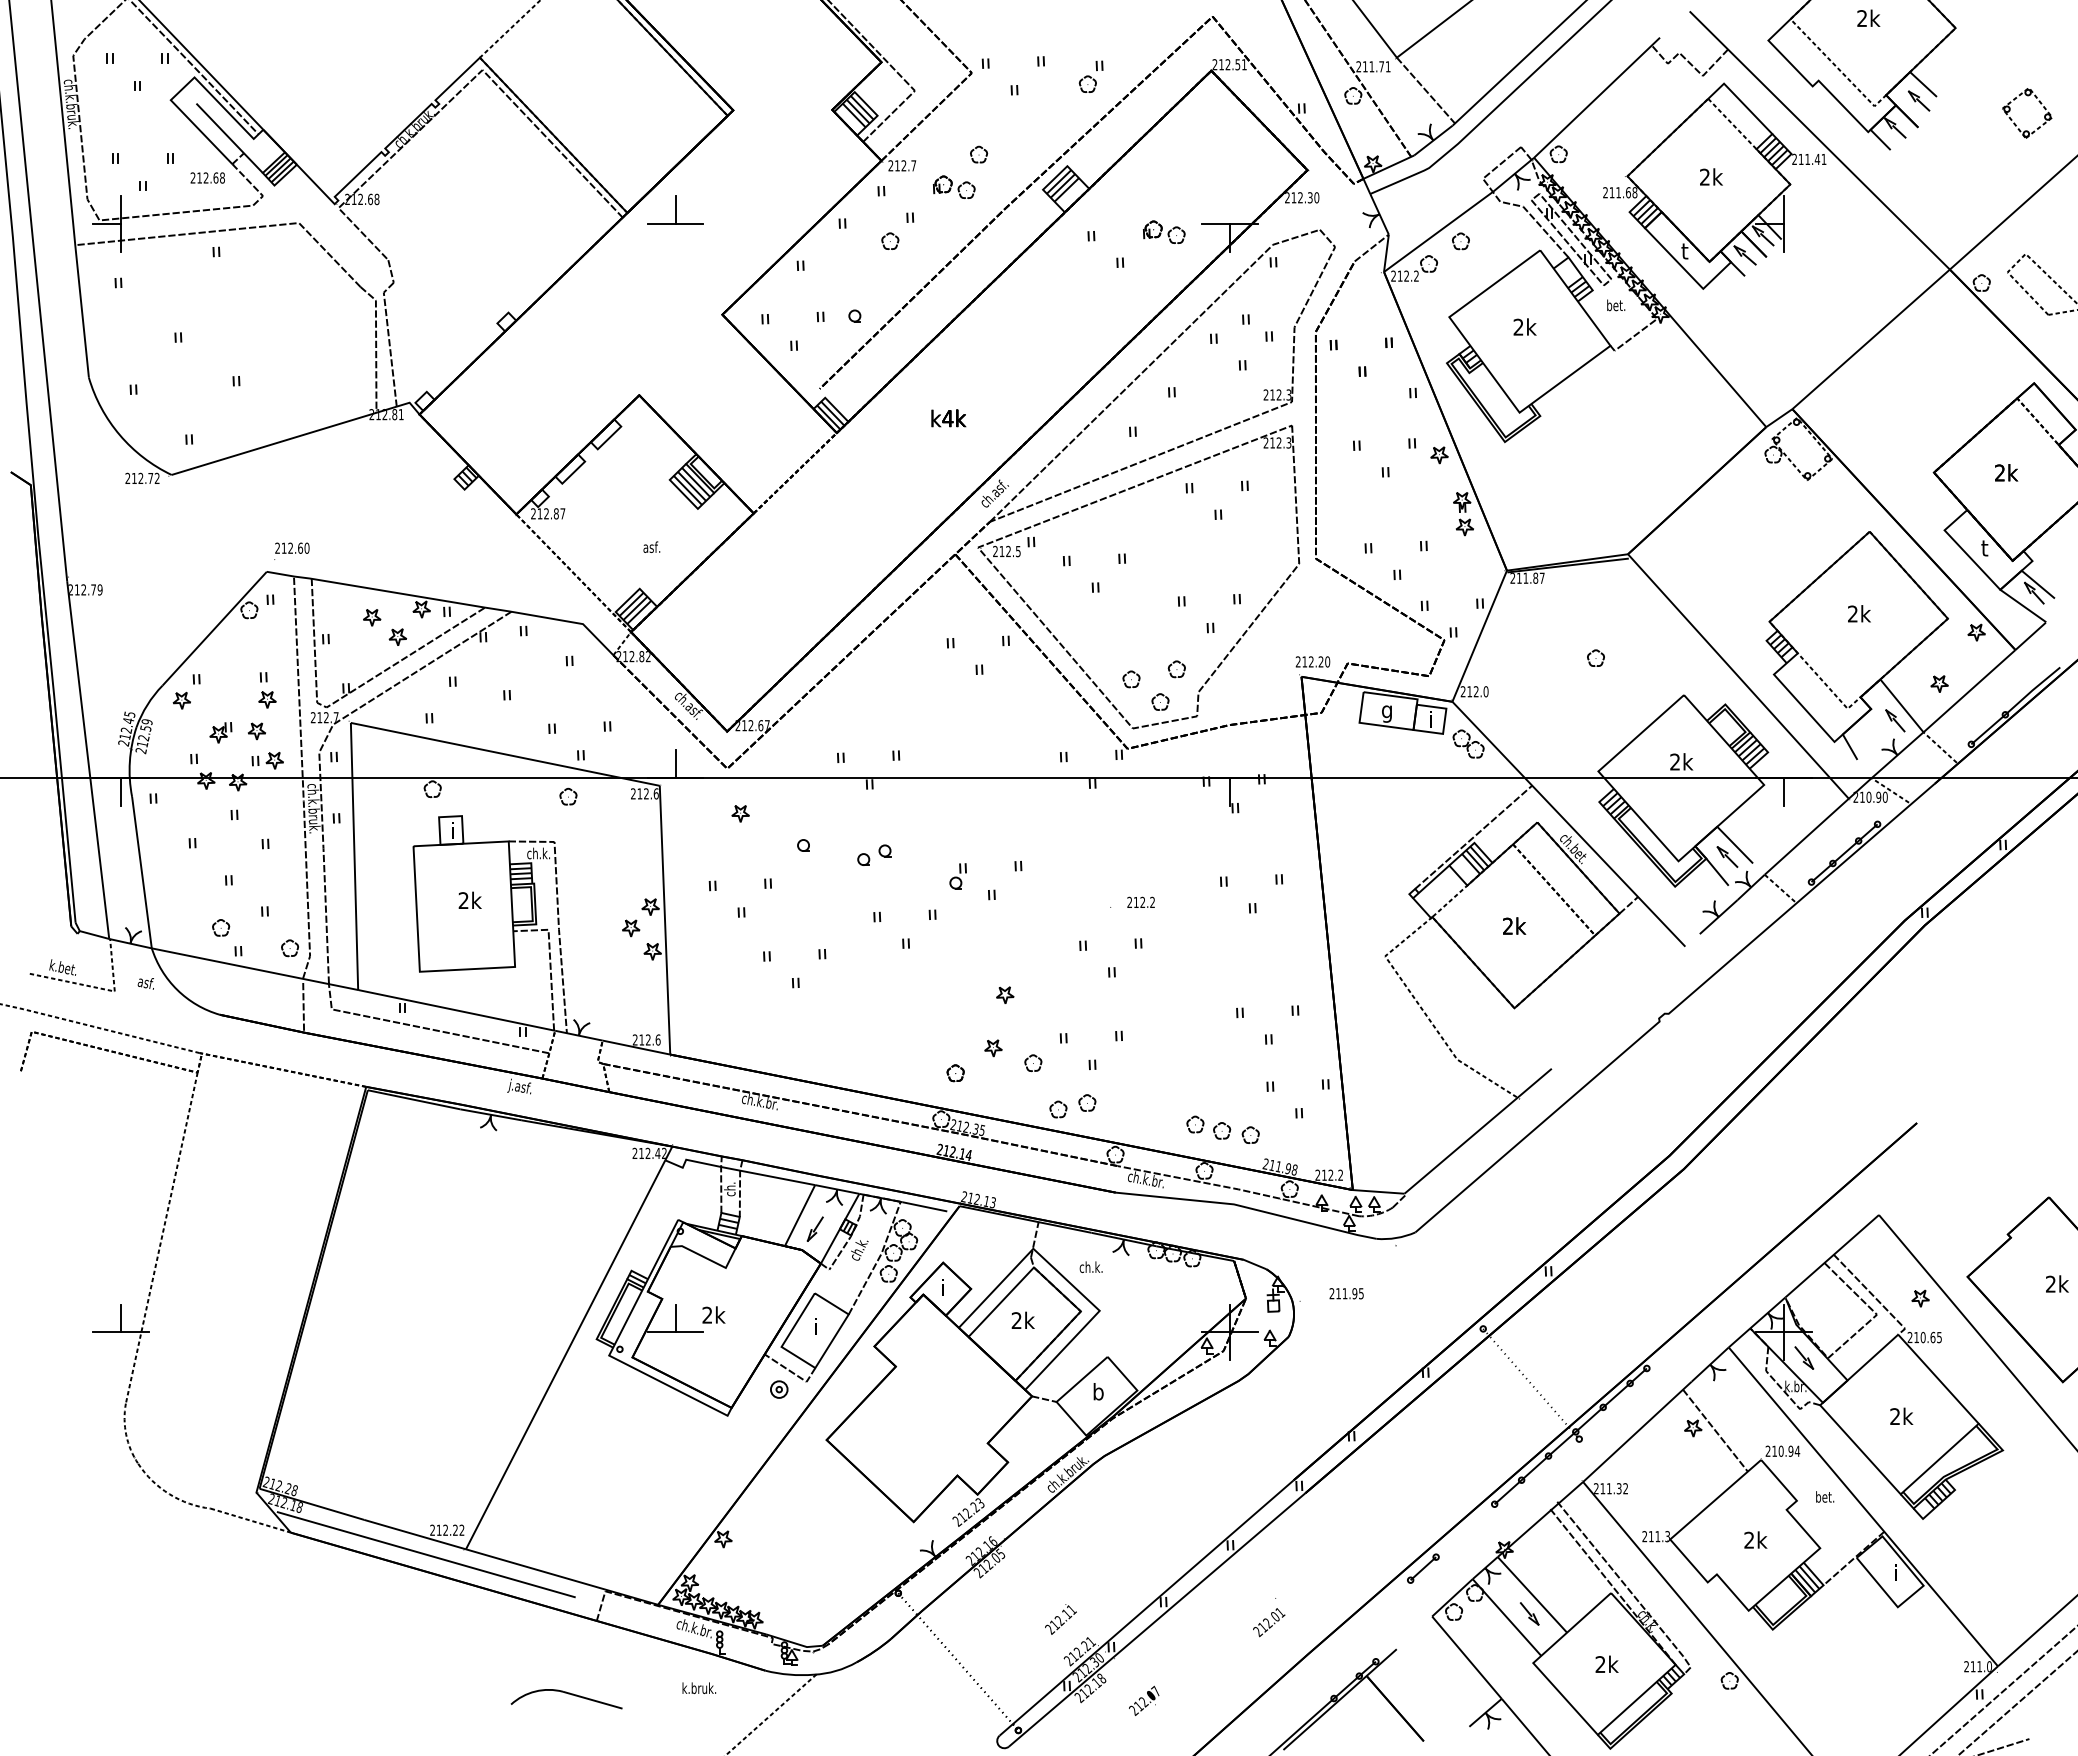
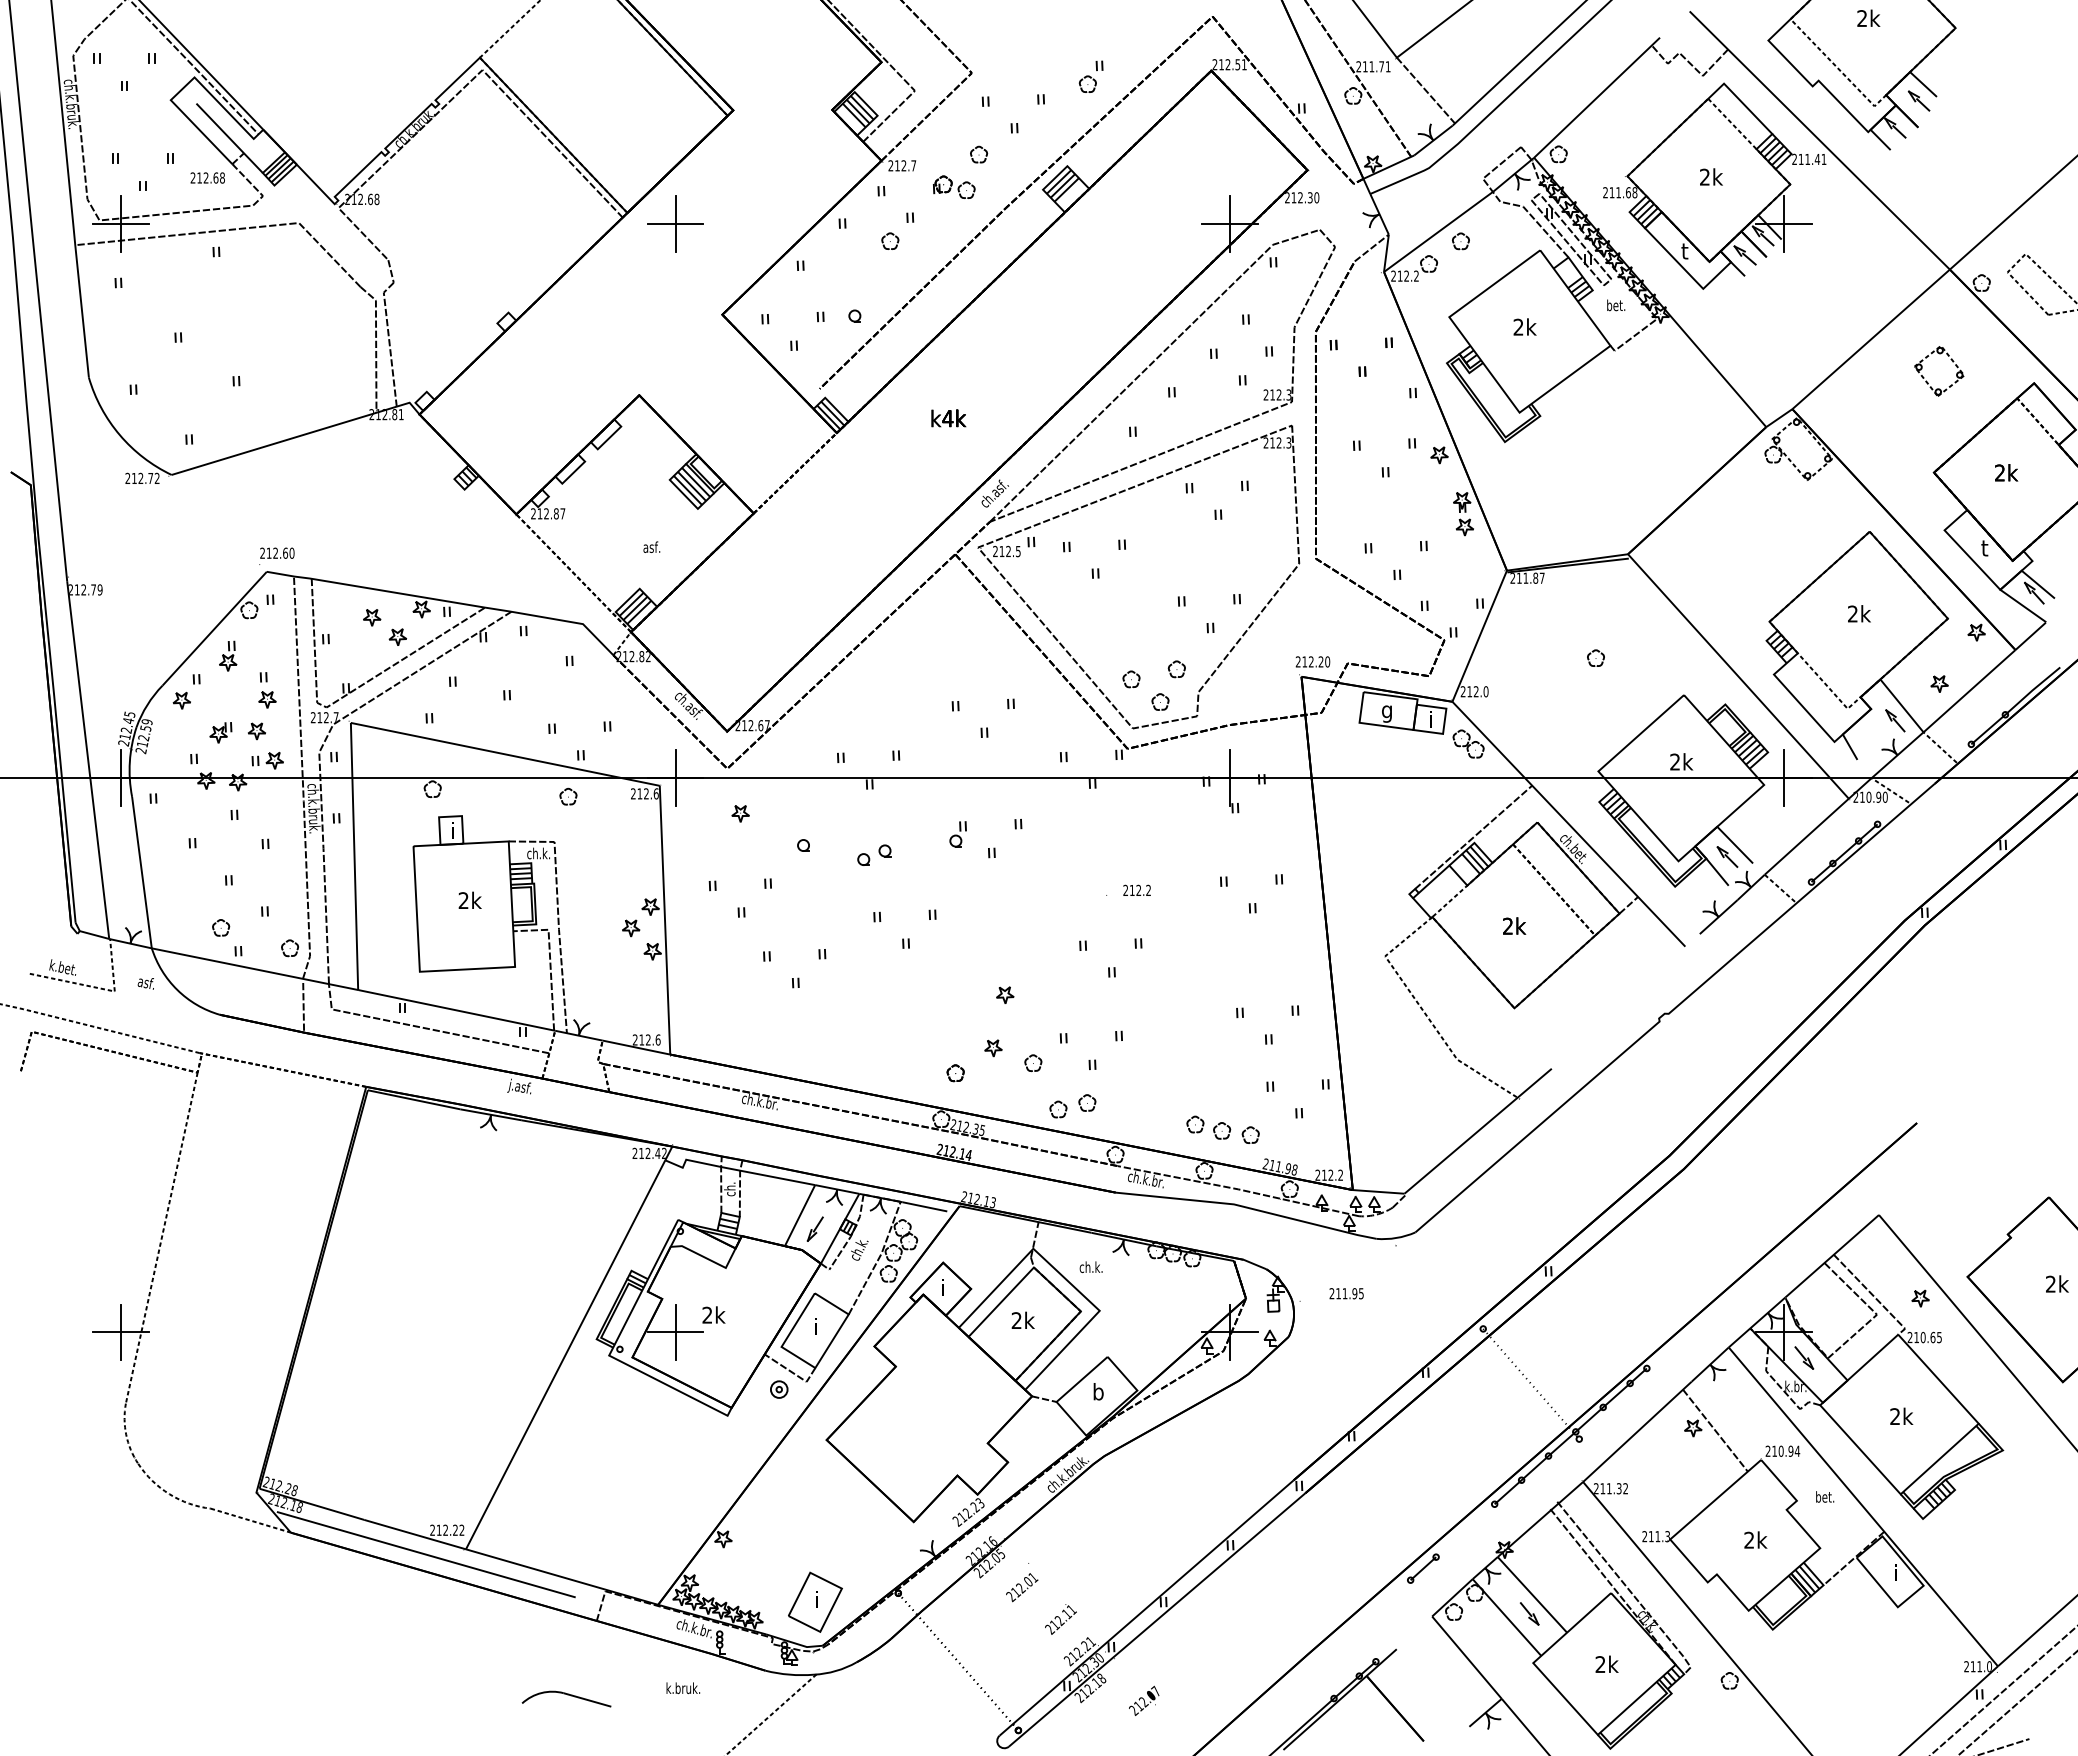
part at (135, 81) position: (135, 81) -> (122, 81)
part at (1012, 85) position: (1012, 85) -> (1012, 123)
part at (2016, 124) position: (2016, 124) -> (1928, 382)
line at (1229, 209): none -> present
line at (134, 223): none -> present
line at (1797, 223): none -> present
line at (675, 237): none -> present
part at (1143, 238): present -> none
part at (1240, 360) position: (1240, 360) -> (1240, 375)
text at (291, 550) position: (291, 550) -> (276, 555)
part at (1093, 582) position: (1093, 582) -> (1093, 568)
part at (228, 655): none -> present
part at (977, 664) position: (977, 664) -> (982, 727)
line at (121, 764): none -> present
line at (1229, 764): none -> present
line at (1784, 764): none -> present
line at (675, 791): none -> present
part at (988, 890) position: (988, 890) -> (988, 848)
text at (1132, 901) position: (1132, 901) -> (1128, 889)
line at (121, 1346): none -> present
line at (675, 1346): none -> present
part at (815, 1601): none -> present
text at (1269, 1617) position: (1269, 1617) -> (1022, 1582)
text at (699, 1687) position: (699, 1687) -> (683, 1687)
part at (566, 1699) size: 113x21 px -> 91x18 px
